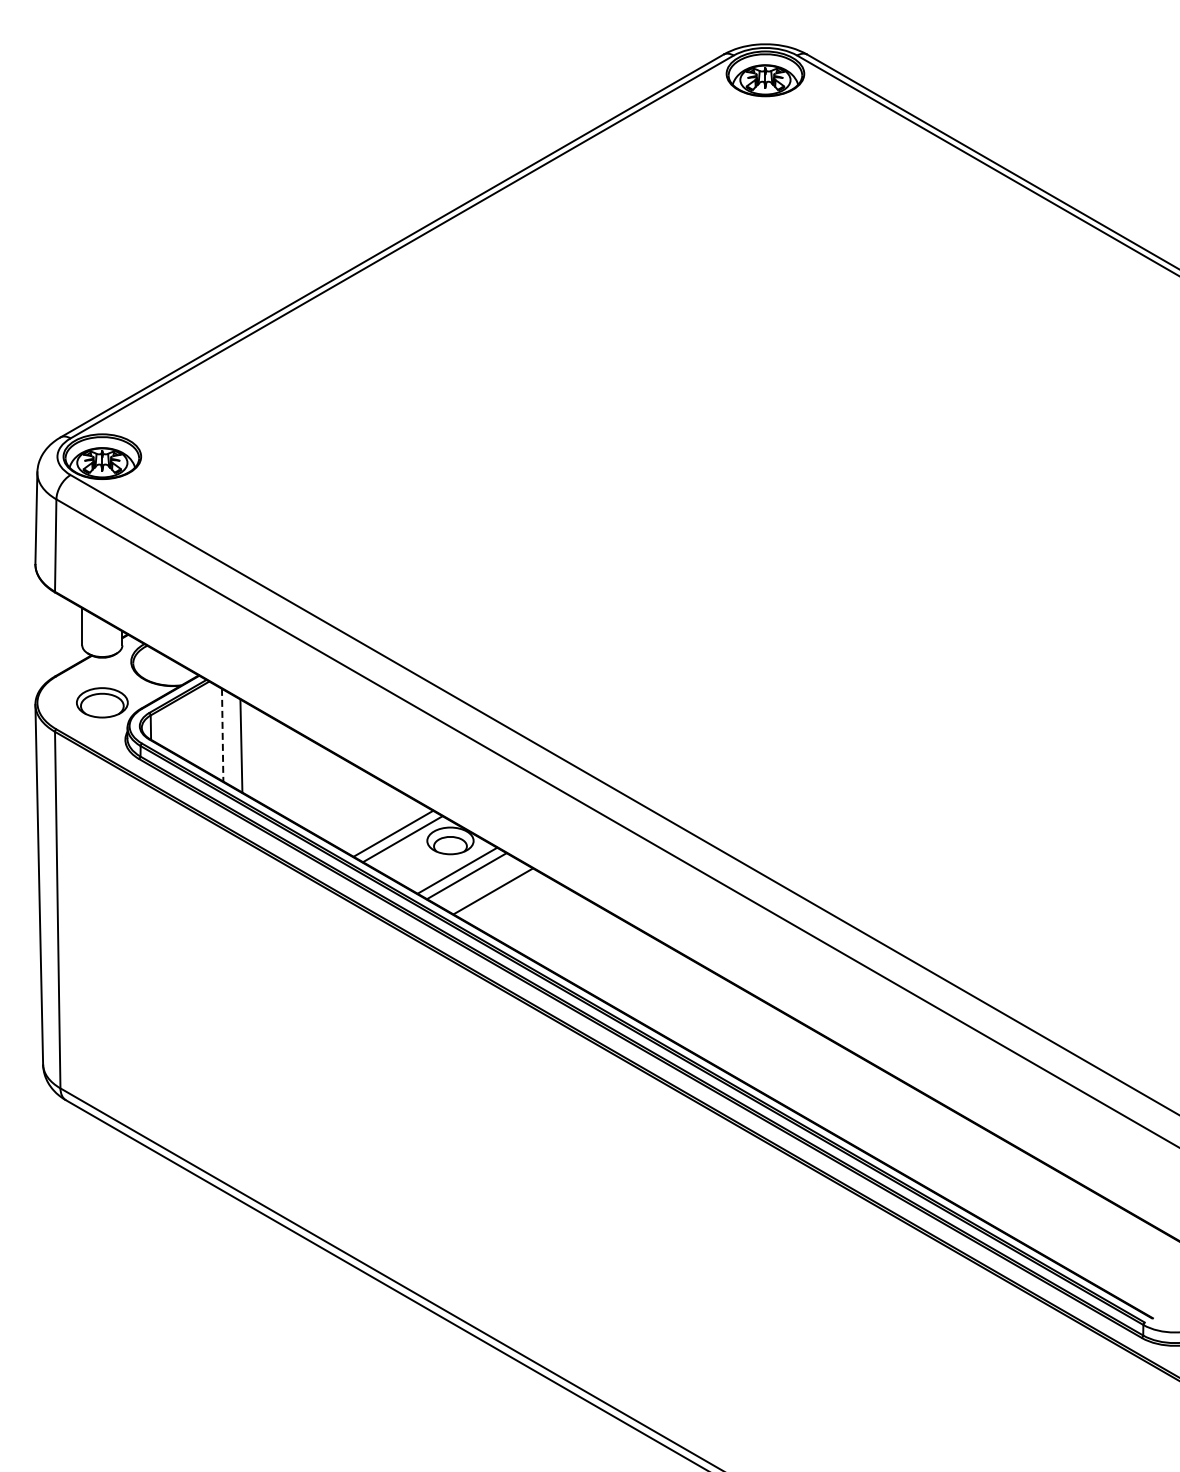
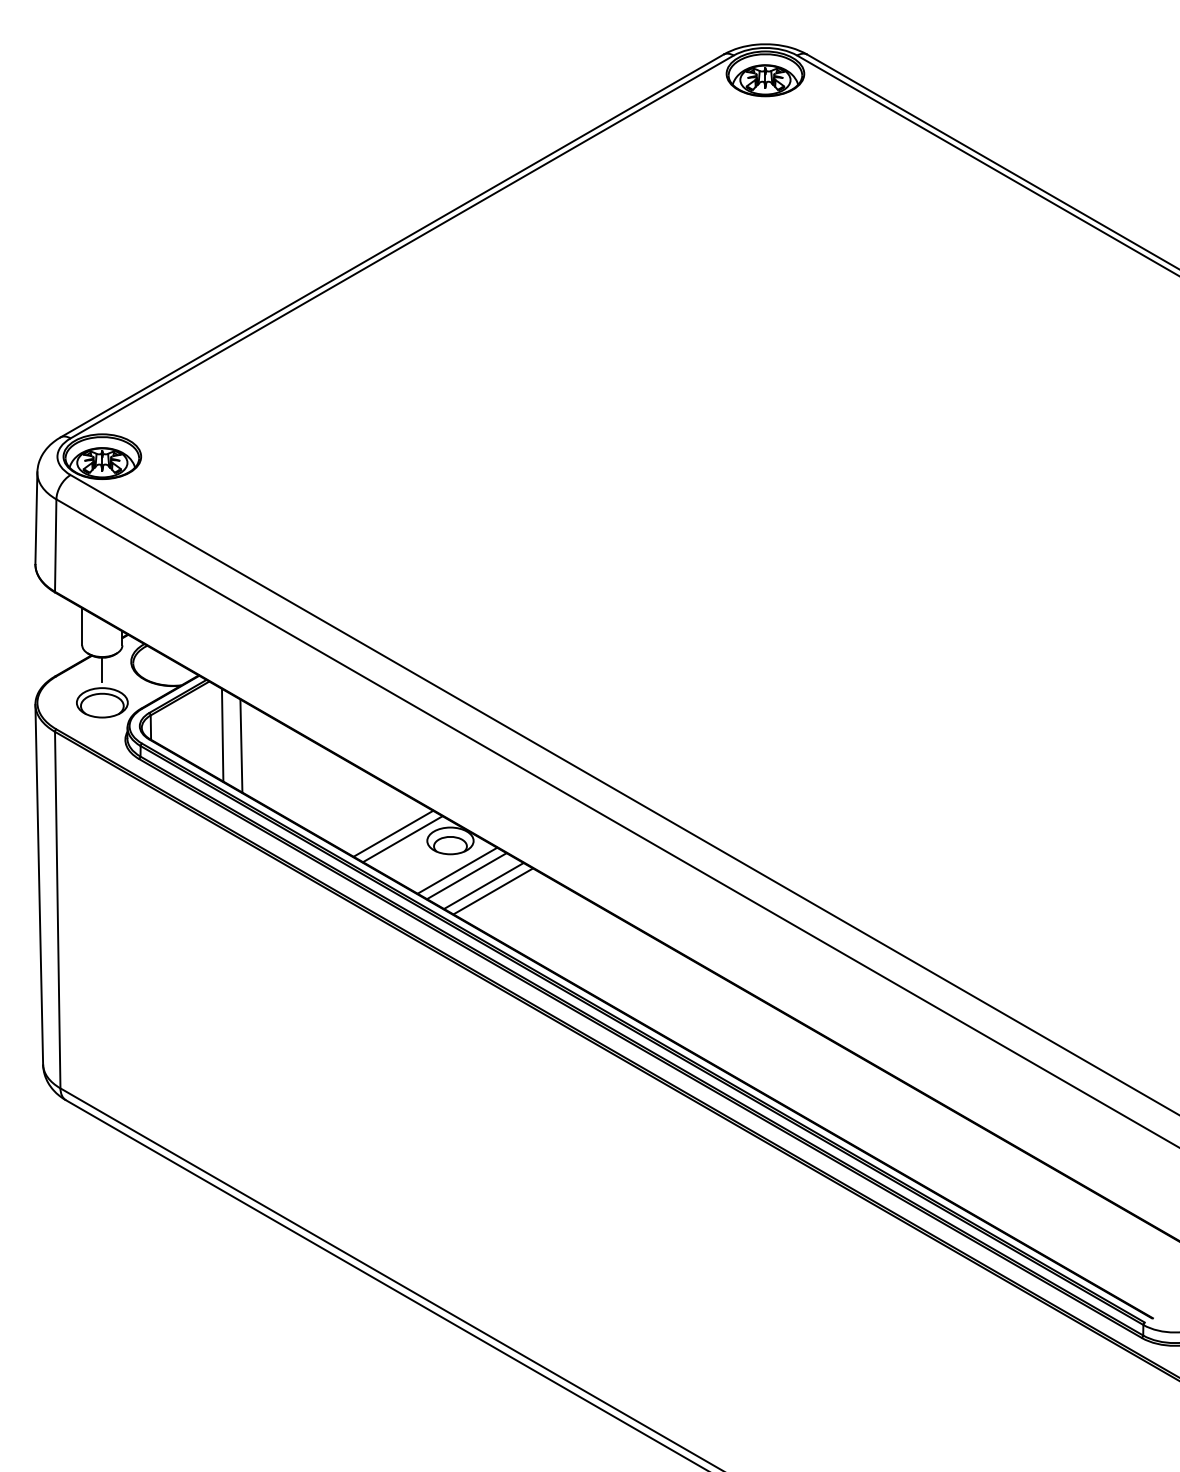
line at (102, 669): none -> present
line at (222, 735): dashed -> solid
line at (483, 885): none -> present
